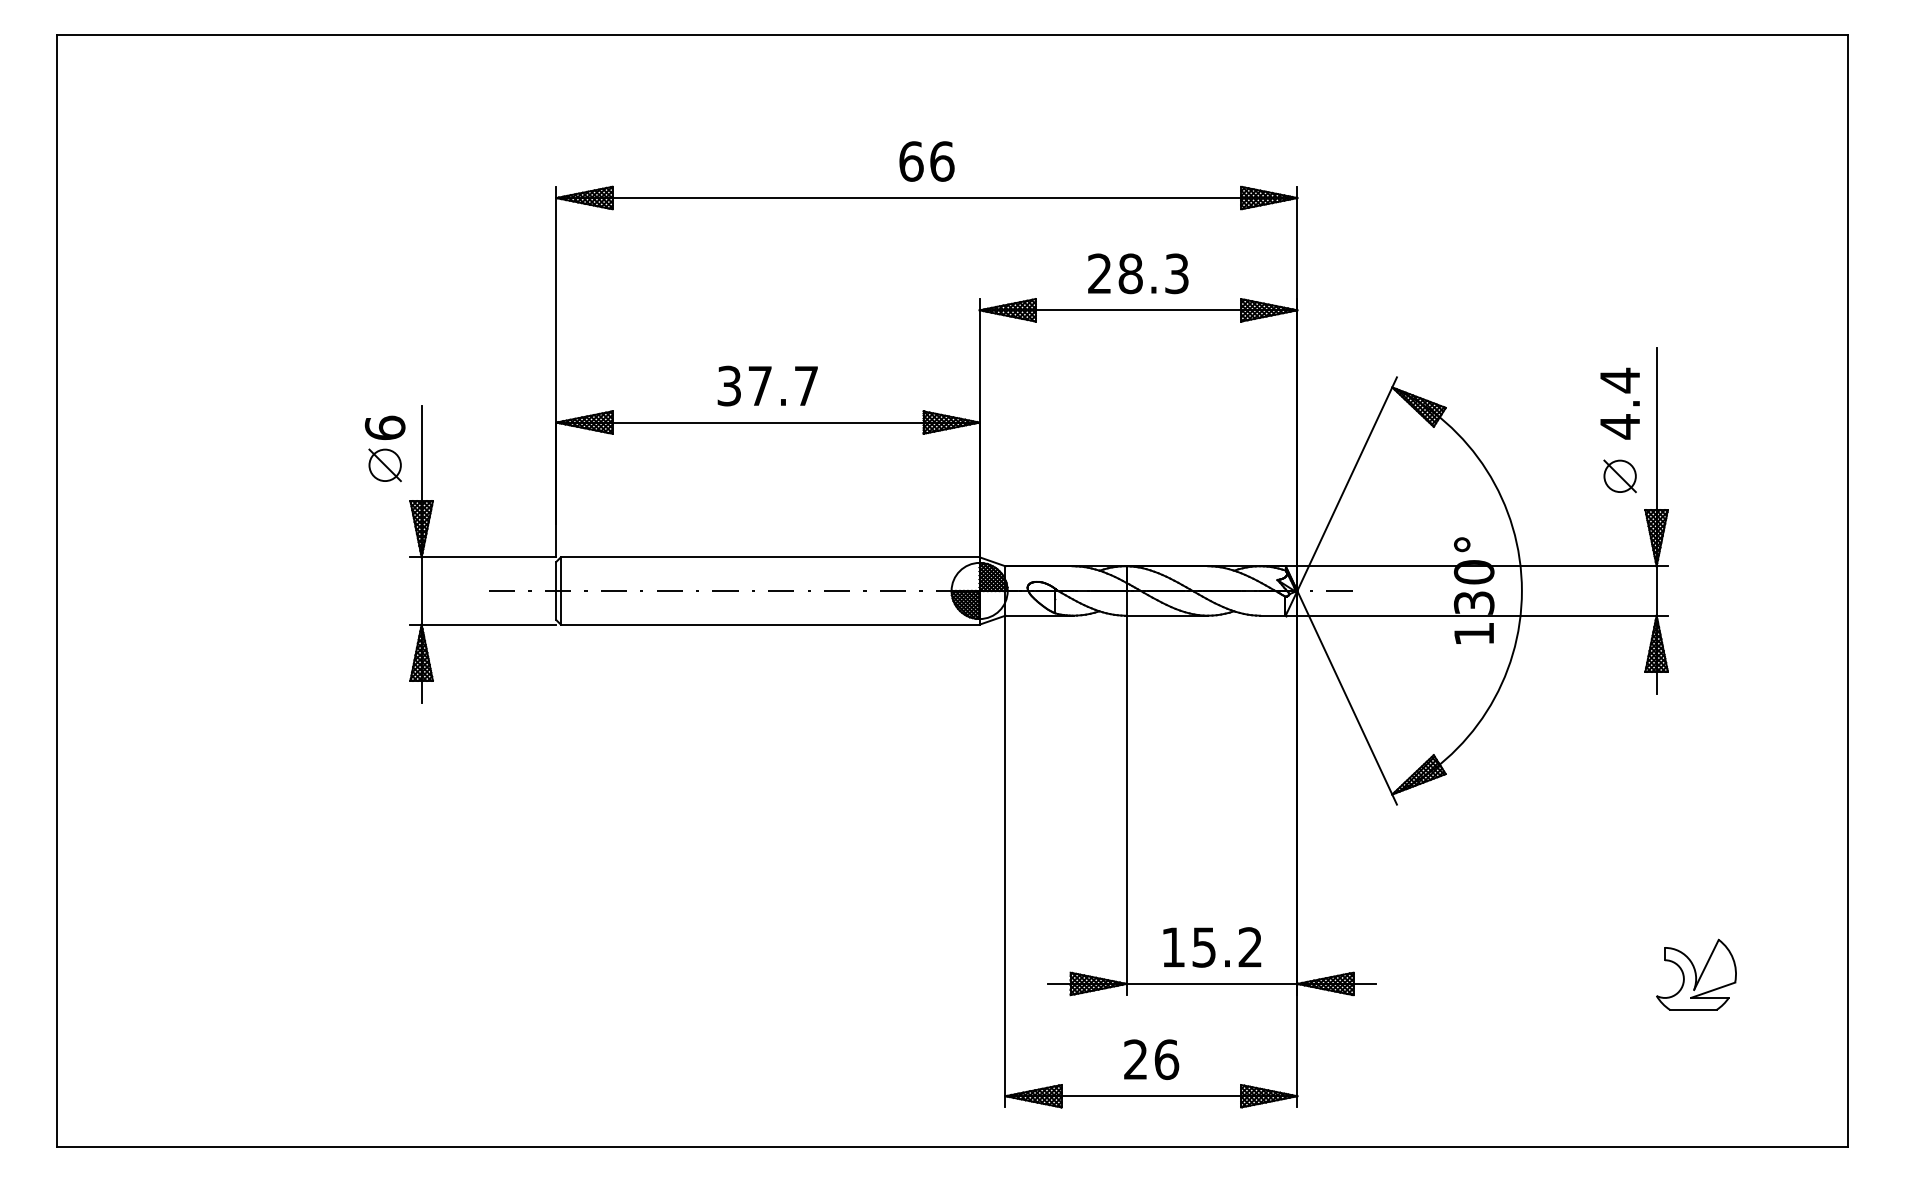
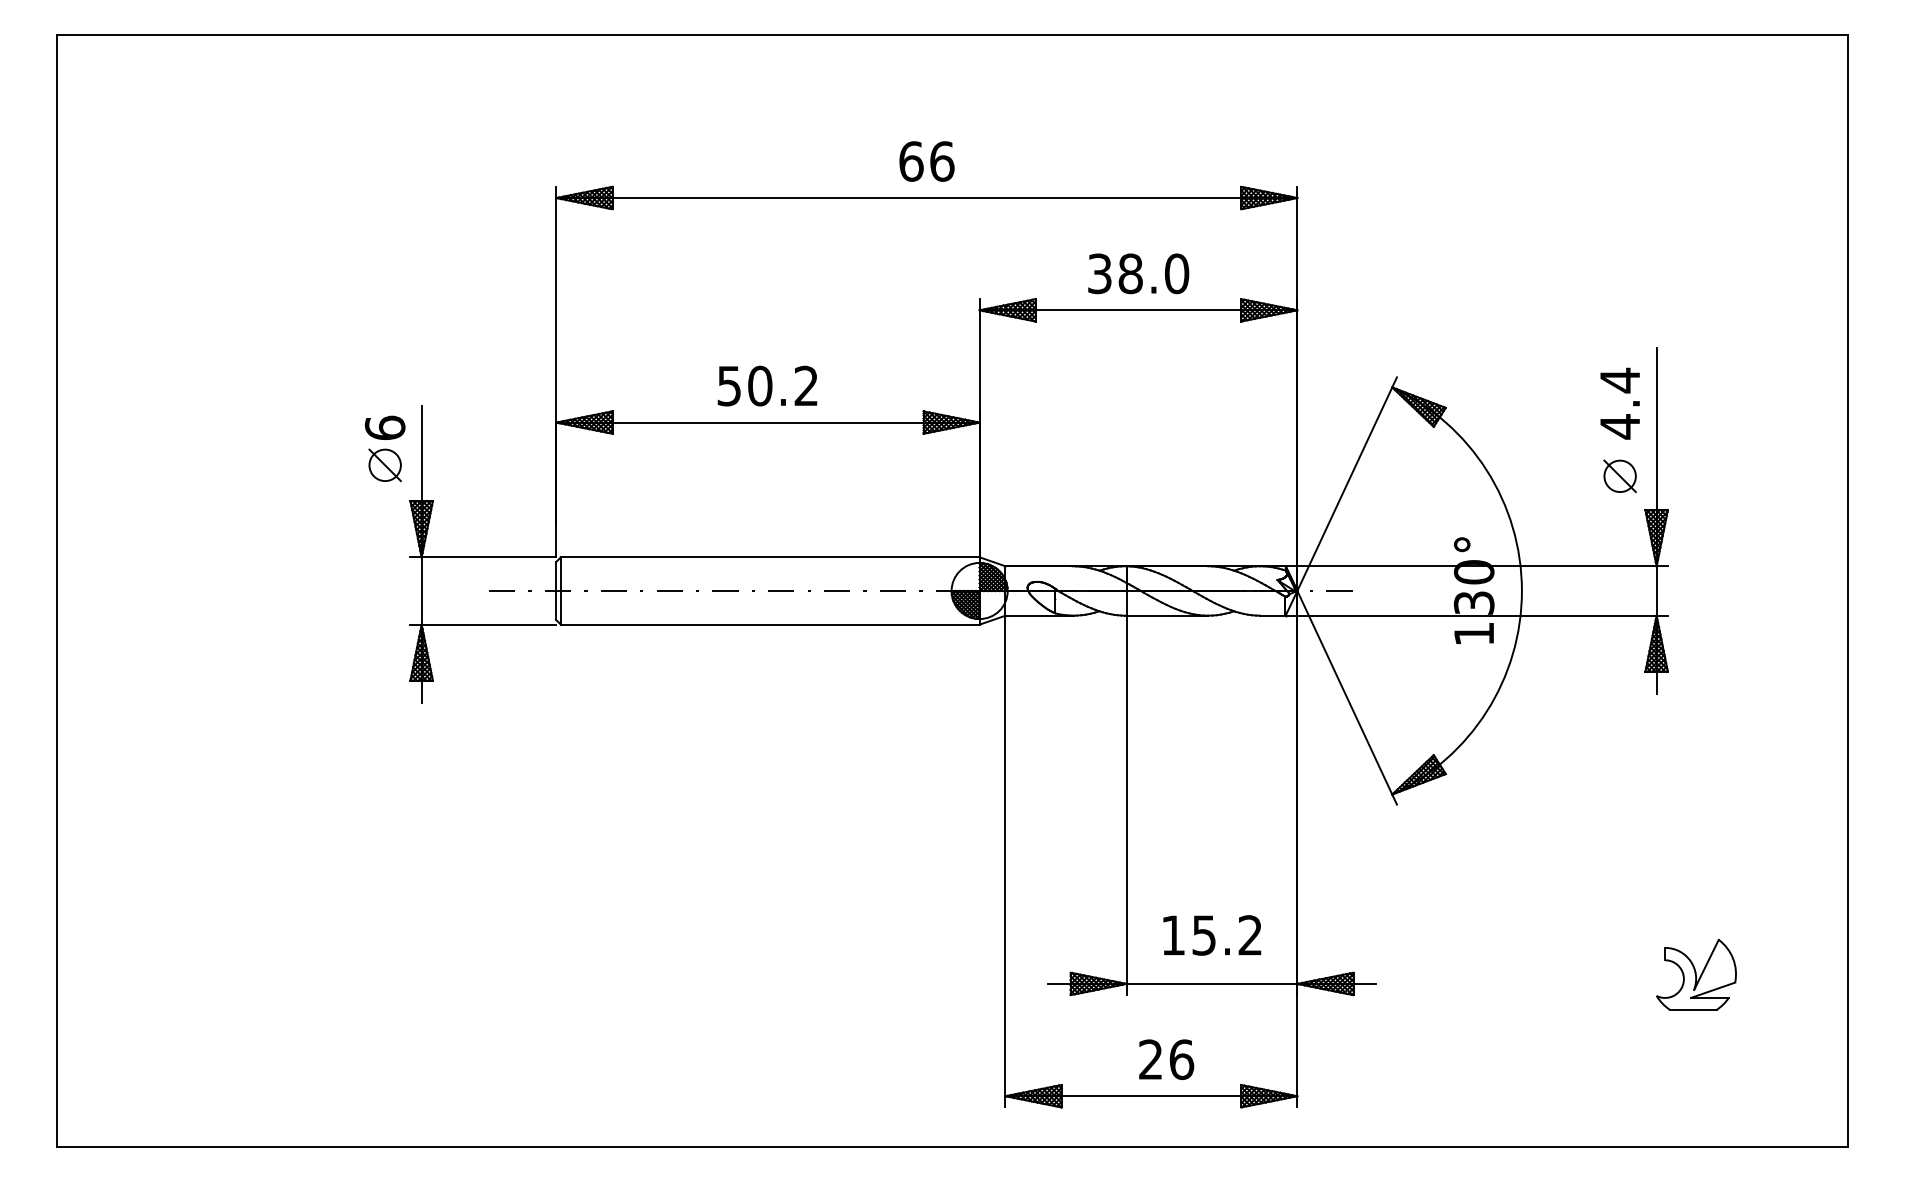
text at (1138, 273): 28.3 -> 38.0
text at (767, 385): 37.7 -> 50.2
text at (1212, 947) position: (1212, 947) -> (1212, 935)
text at (1151, 1059) position: (1151, 1059) -> (1166, 1059)
